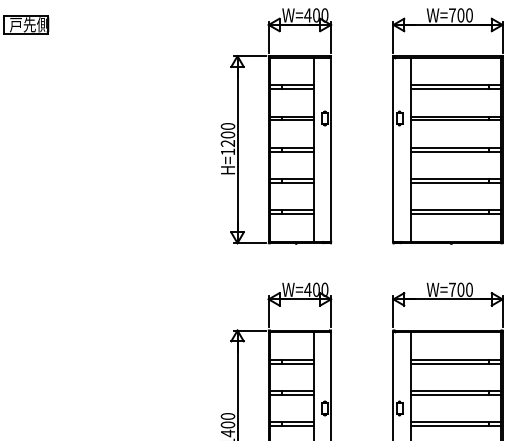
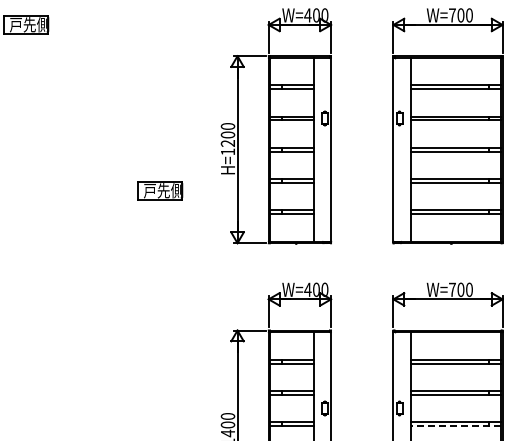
part at (160, 190): none -> present
line at (455, 426): solid -> dashed
